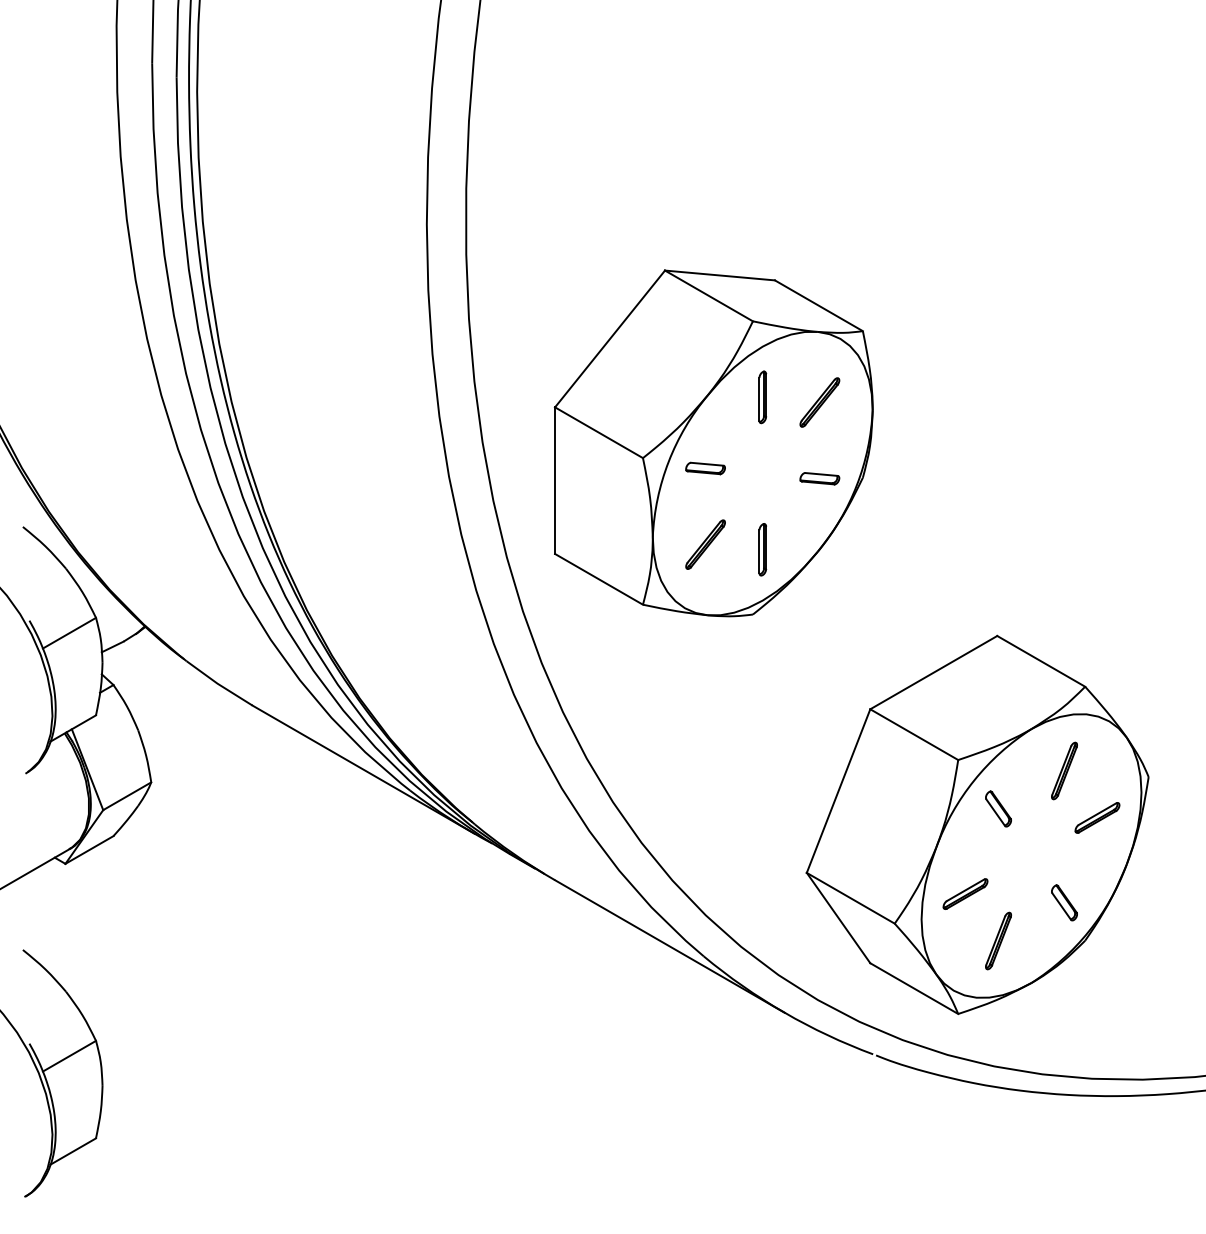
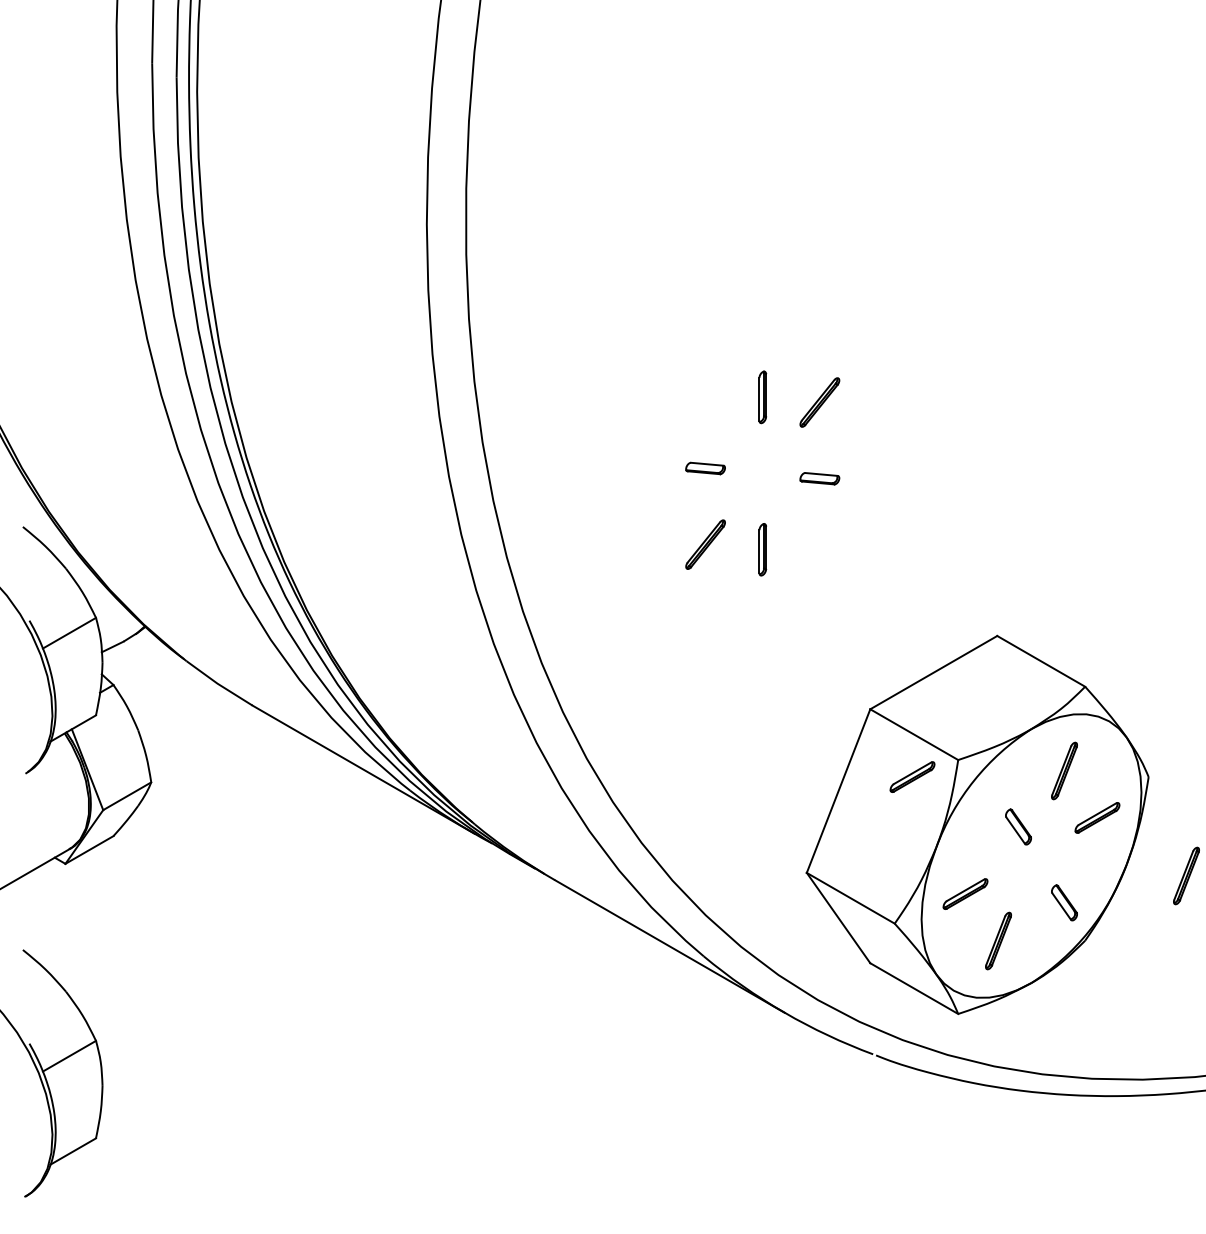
part at (713, 443): present -> none
part at (912, 776): none -> present
part at (998, 808) position: (998, 808) -> (1018, 826)
part at (1186, 875): none -> present
